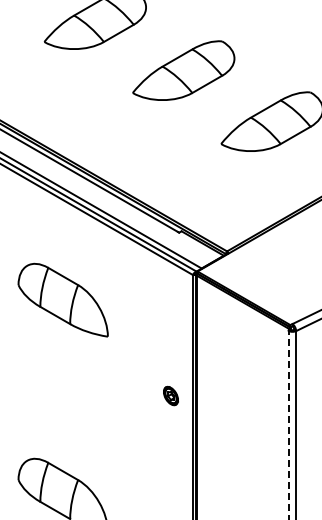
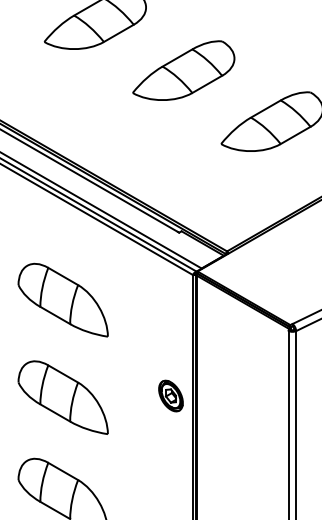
part at (170, 395) size: 16x22 px -> 26x34 px
part at (62, 397): none -> present
line at (288, 424): dashed -> solid
